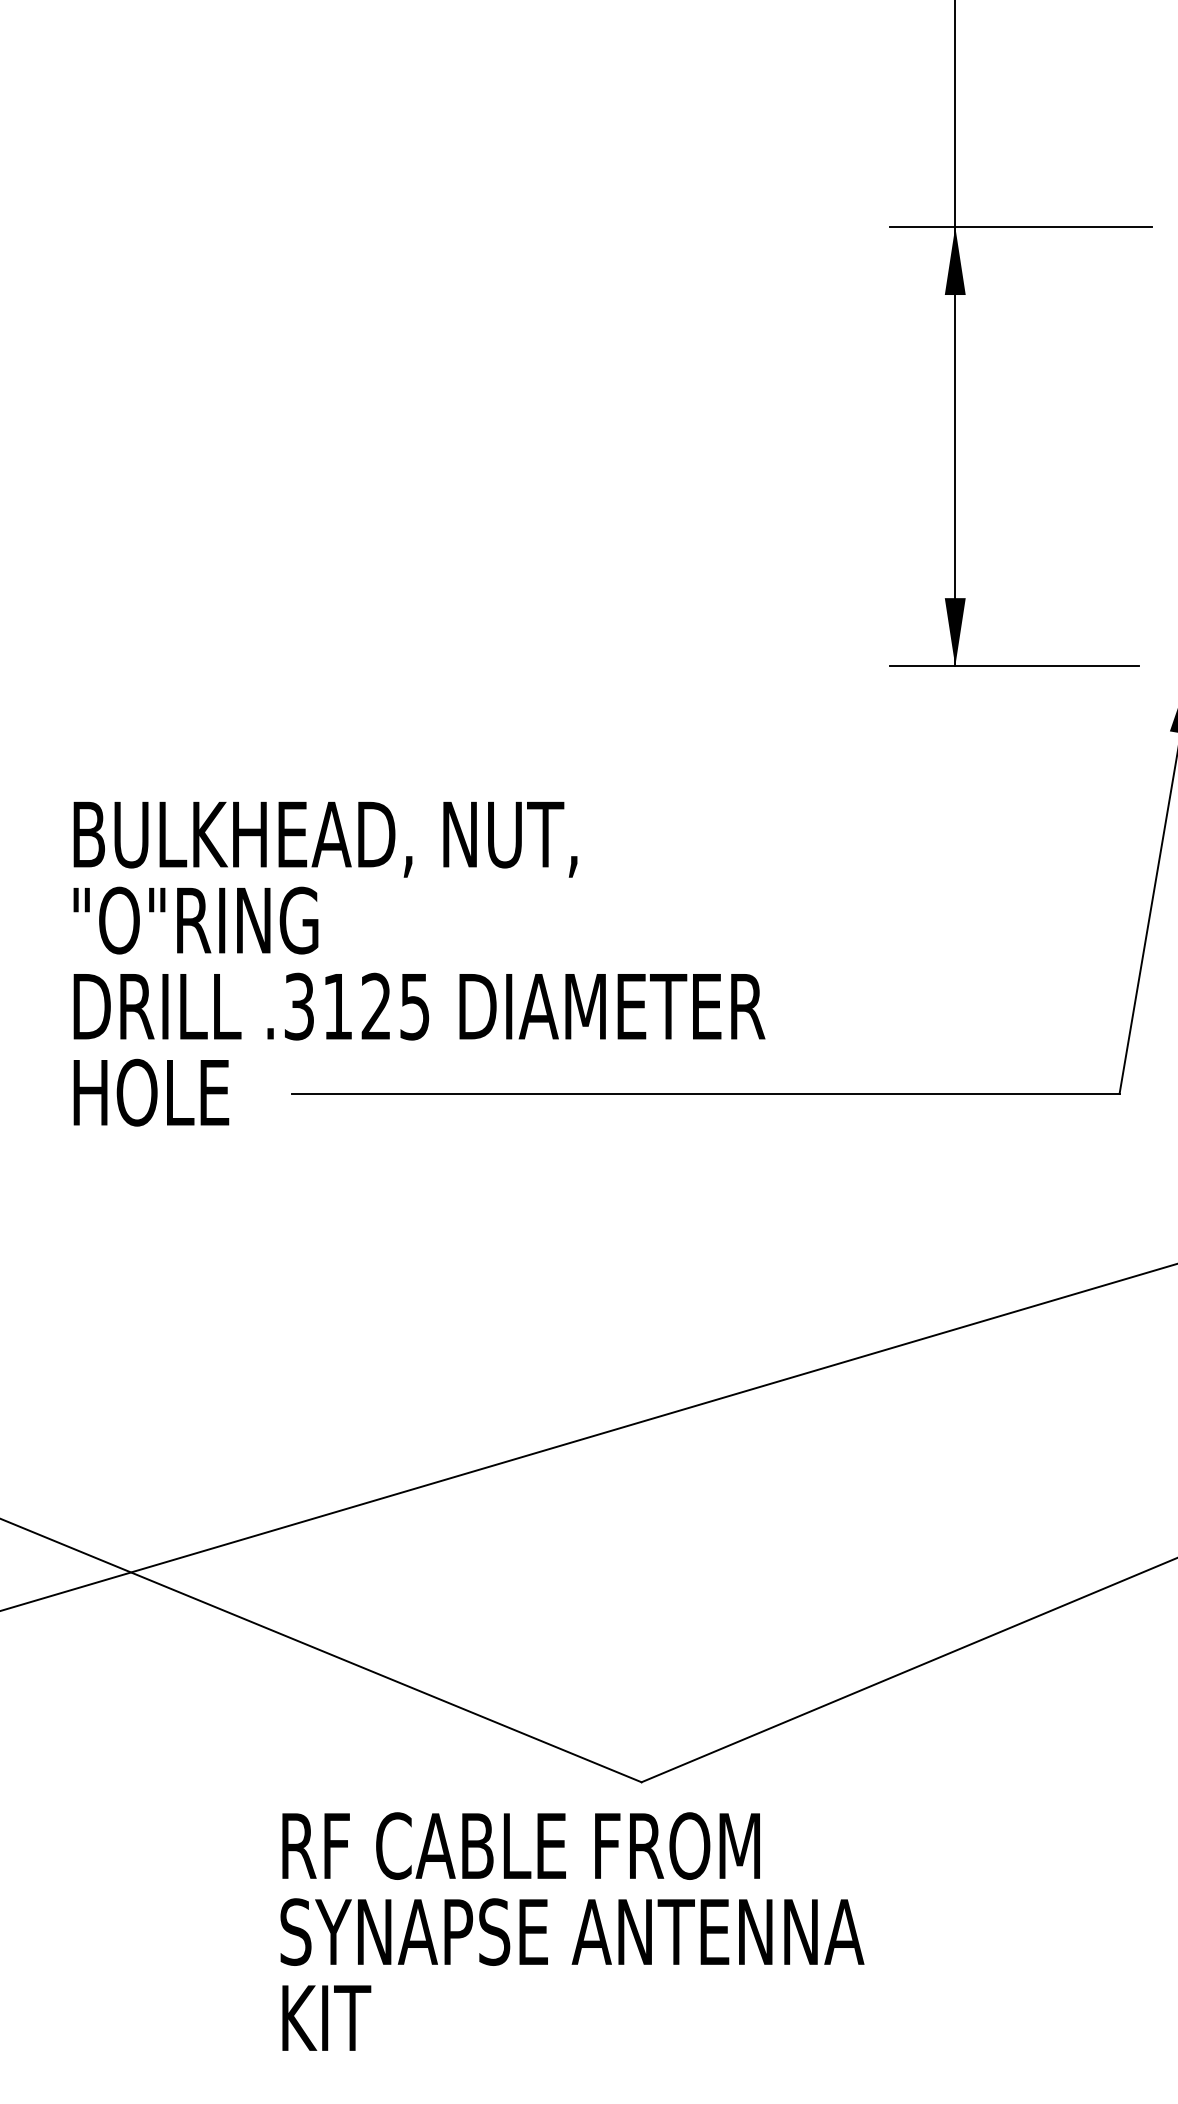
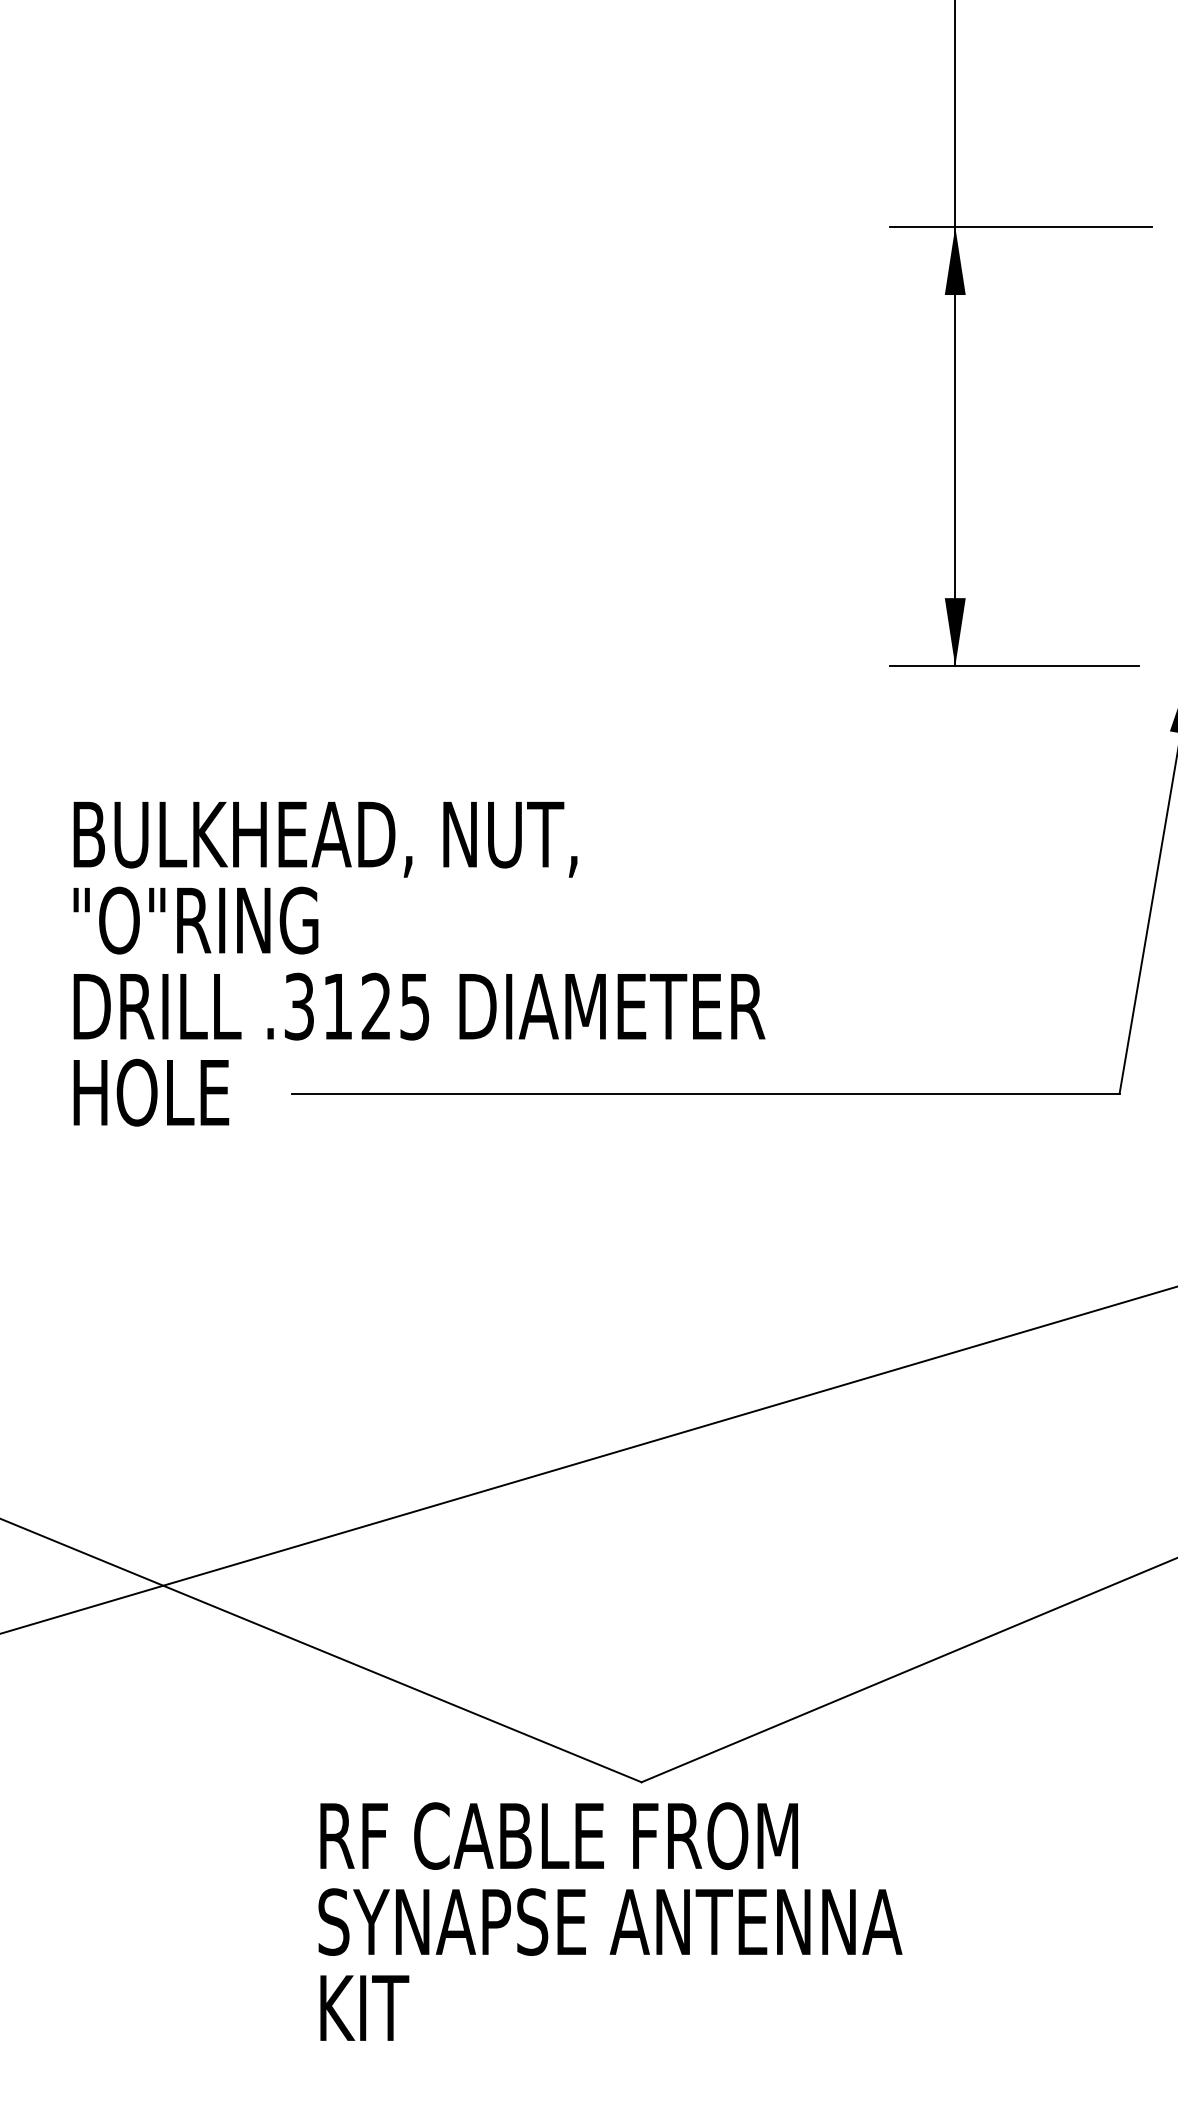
line at (588, 1437) position: (588, 1437) -> (588, 1460)
text at (572, 1931) position: (572, 1931) -> (610, 1921)
